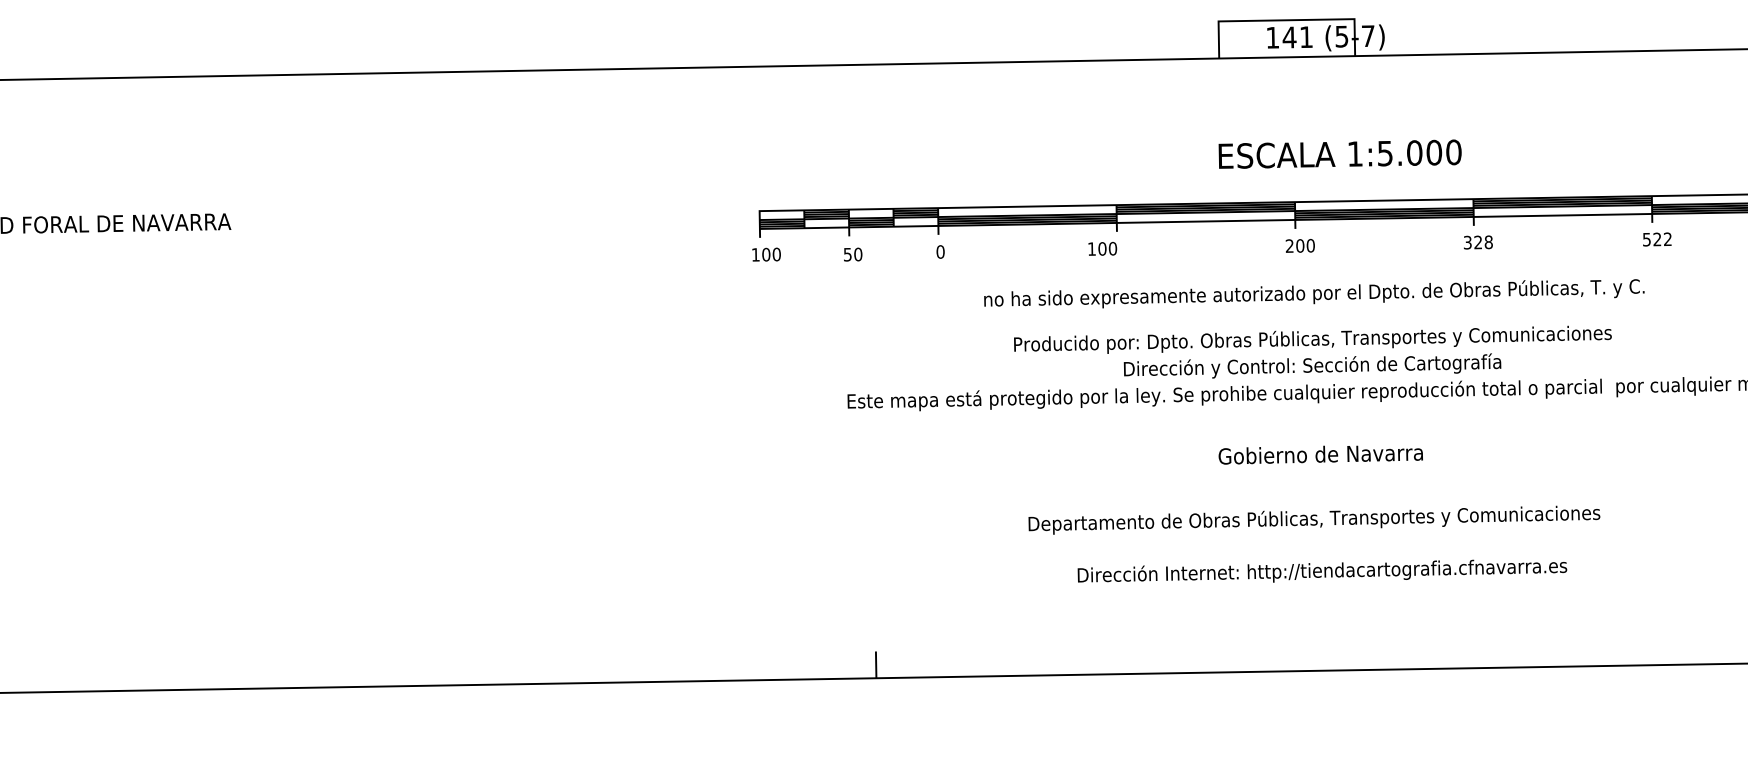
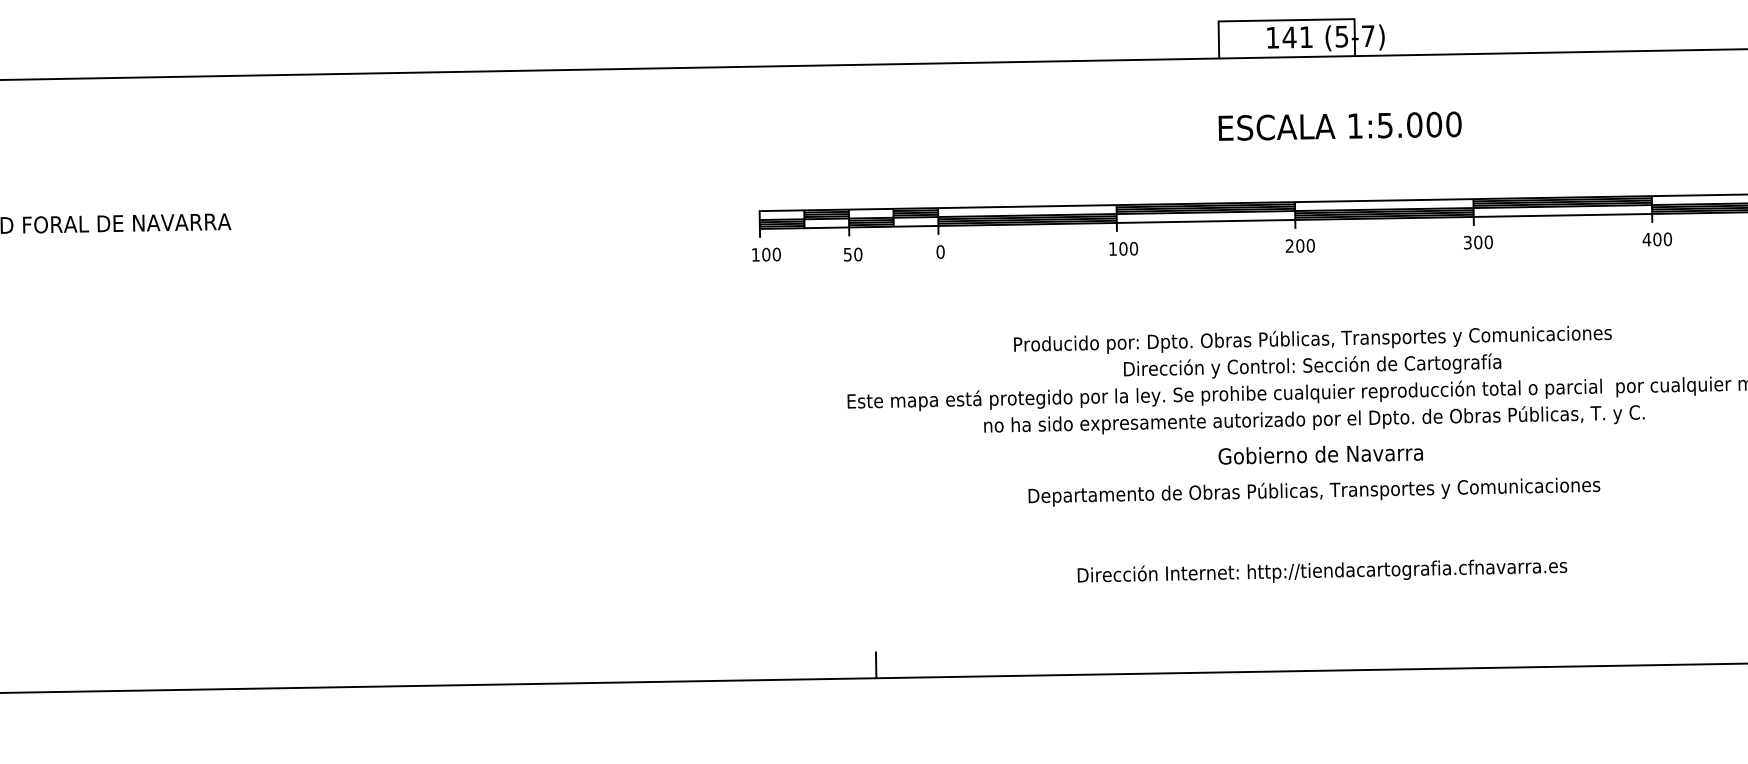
text at (1339, 153) position: (1339, 153) -> (1339, 125)
text at (1657, 239): 522 -> 400
text at (1483, 242): 328 -> 300
text at (1102, 248) position: (1102, 248) -> (1123, 248)
text at (1314, 293) position: (1314, 293) -> (1314, 419)
text at (1314, 519) position: (1314, 519) -> (1314, 491)
